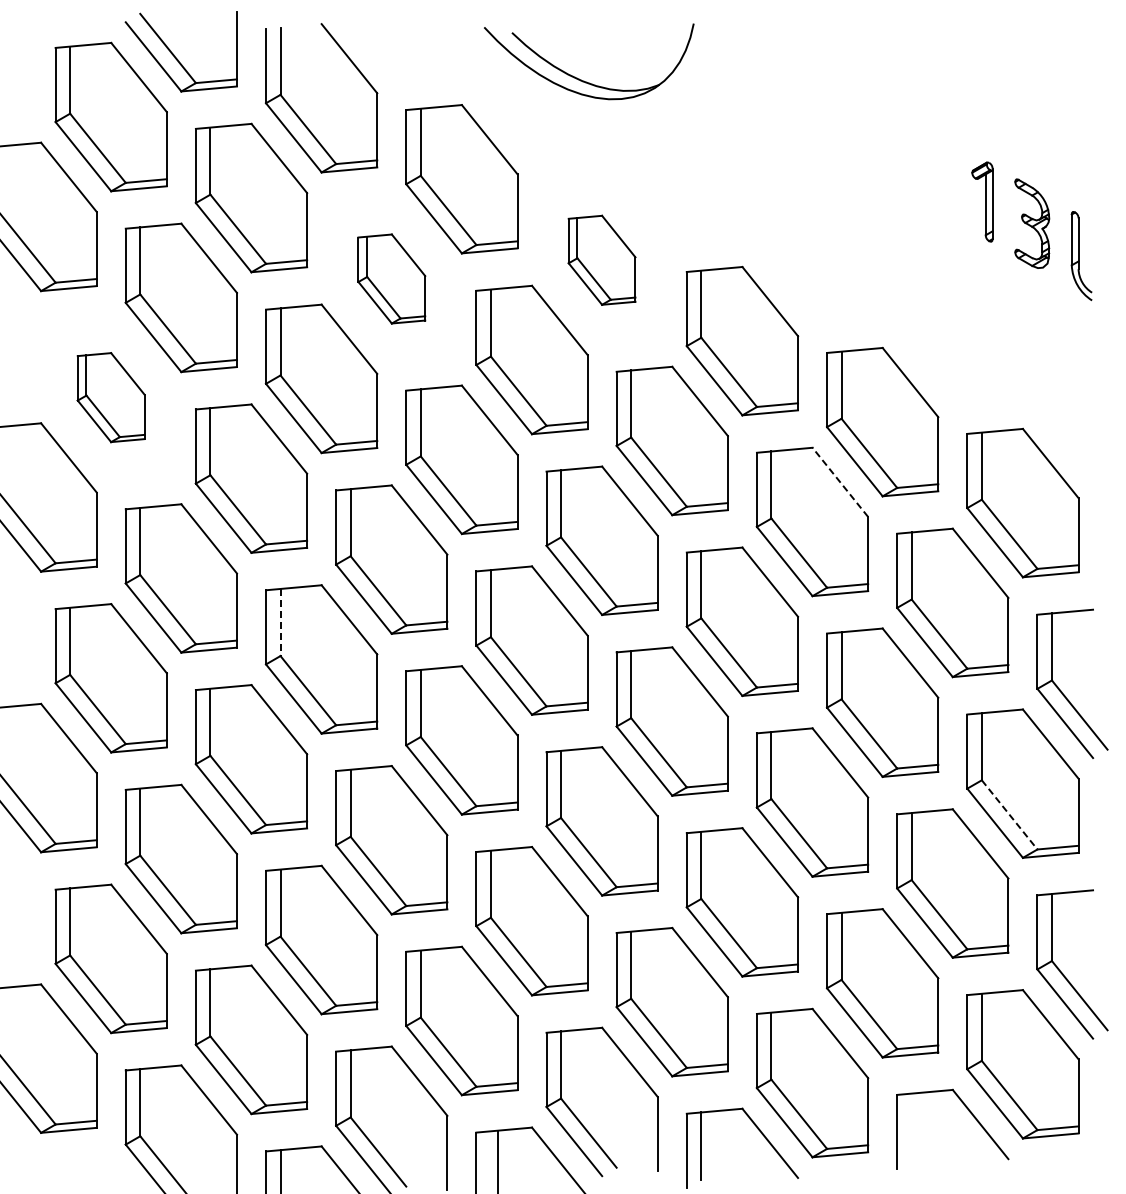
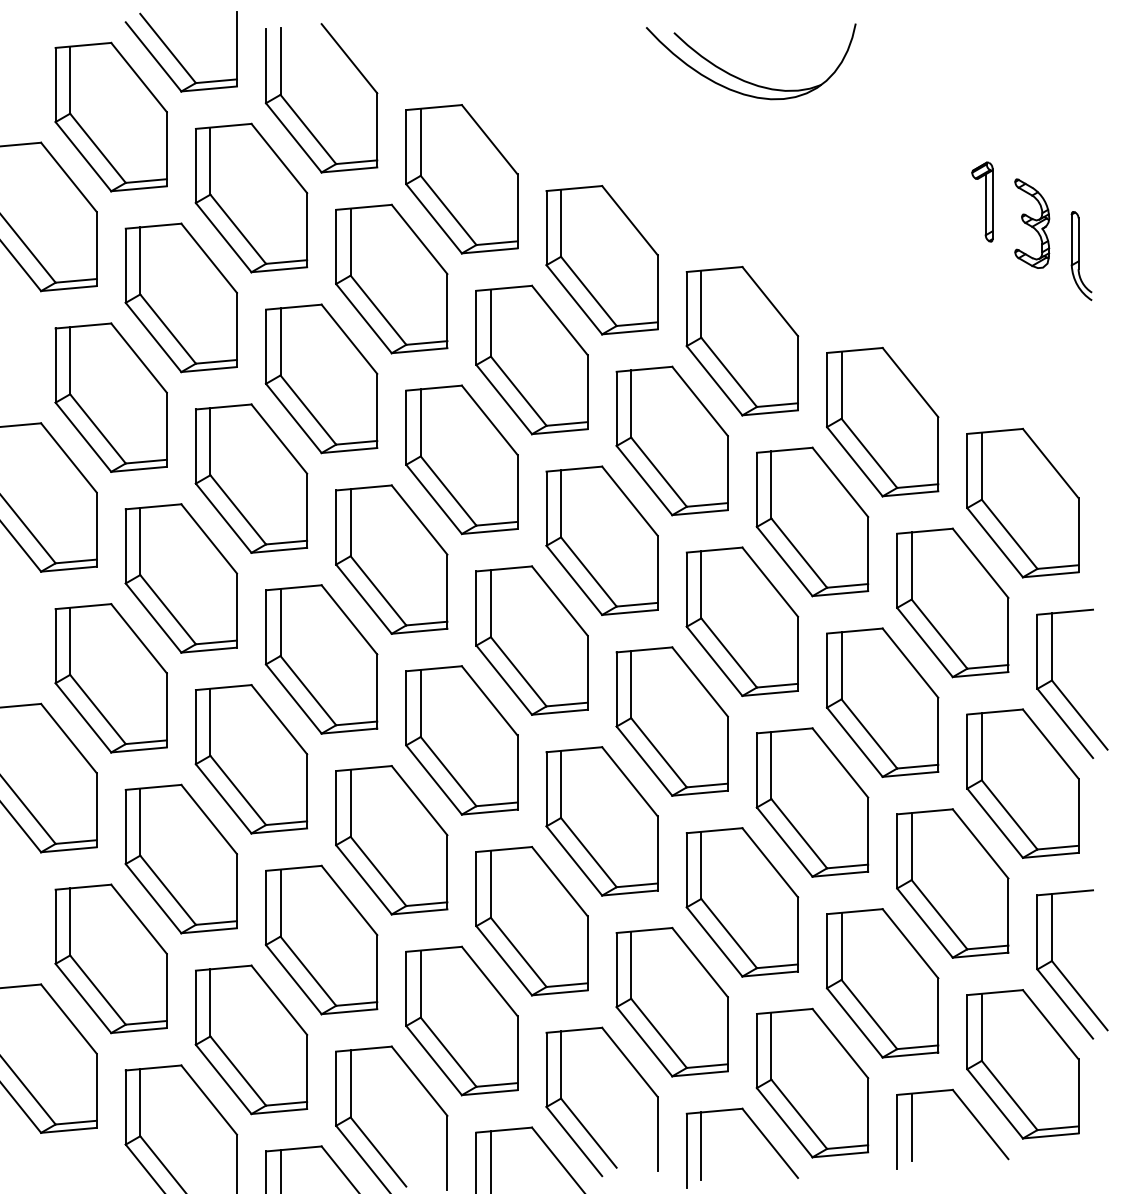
part at (584, 80) position: (584, 80) -> (746, 80)
part at (601, 259) size: 70x92 px -> 114x151 px
part at (391, 278) size: 70x92 px -> 114x152 px
part at (110, 397) size: 70x92 px -> 114x151 px
line at (840, 481): dashed -> solid
line at (280, 622): dashed -> solid
line at (1009, 815): dashed -> solid
line at (911, 1126): none -> present
line at (497, 1160) position: (497, 1160) -> (490, 1160)
